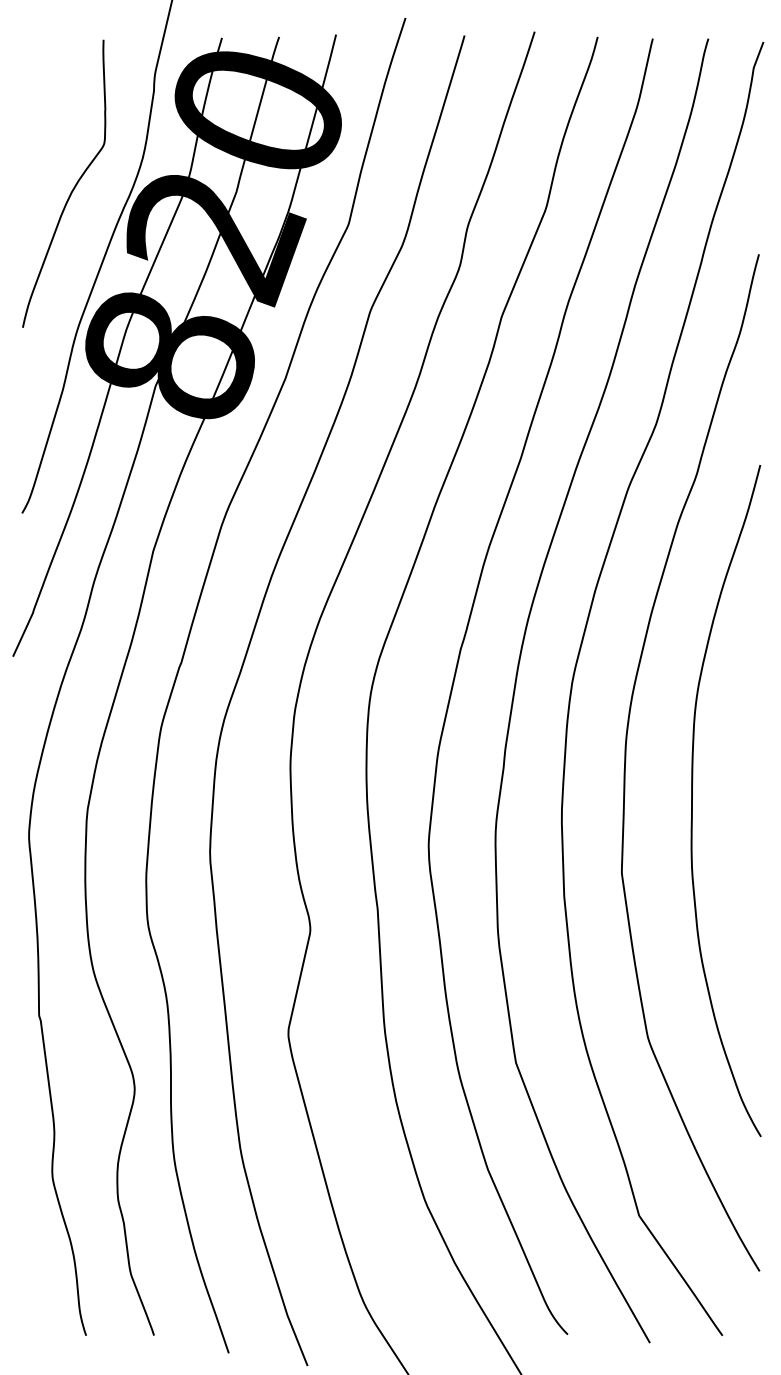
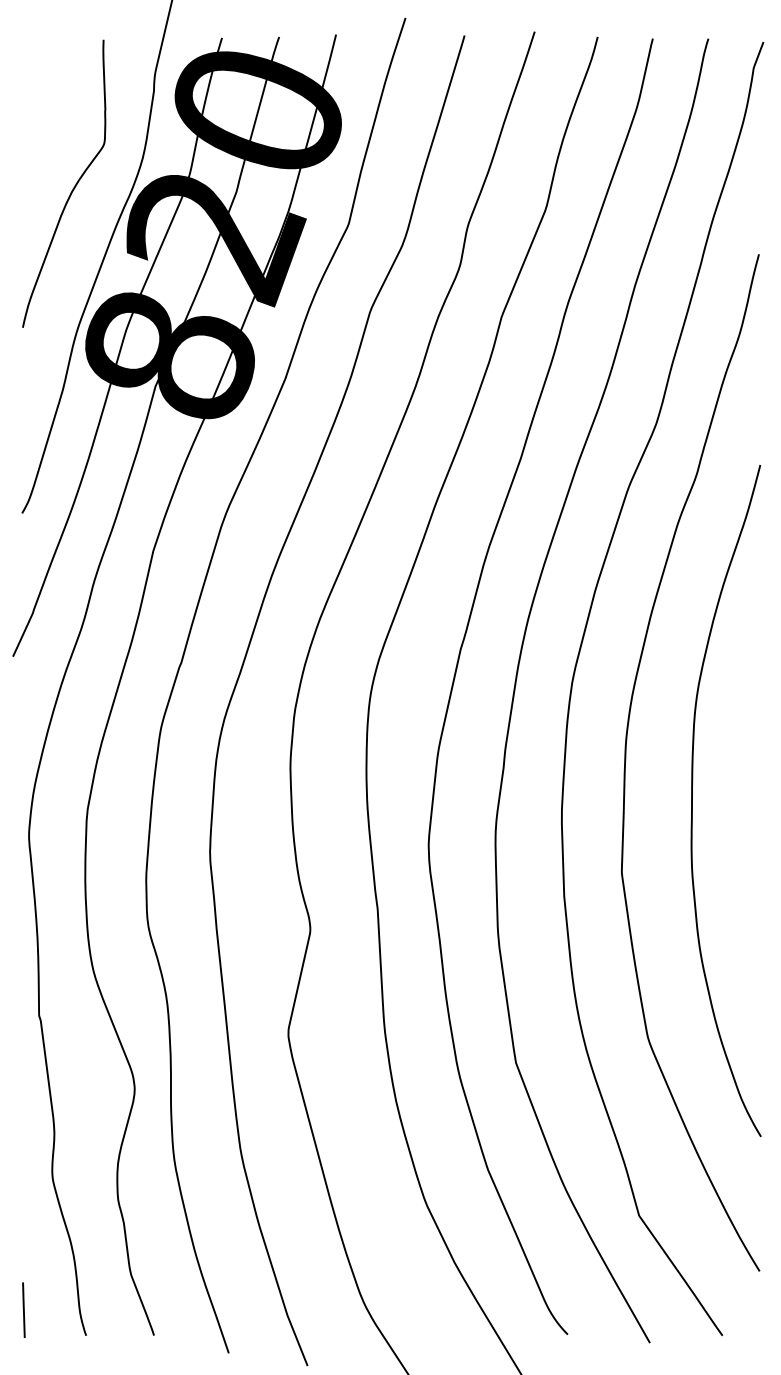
line at (23, 1309): none -> present
